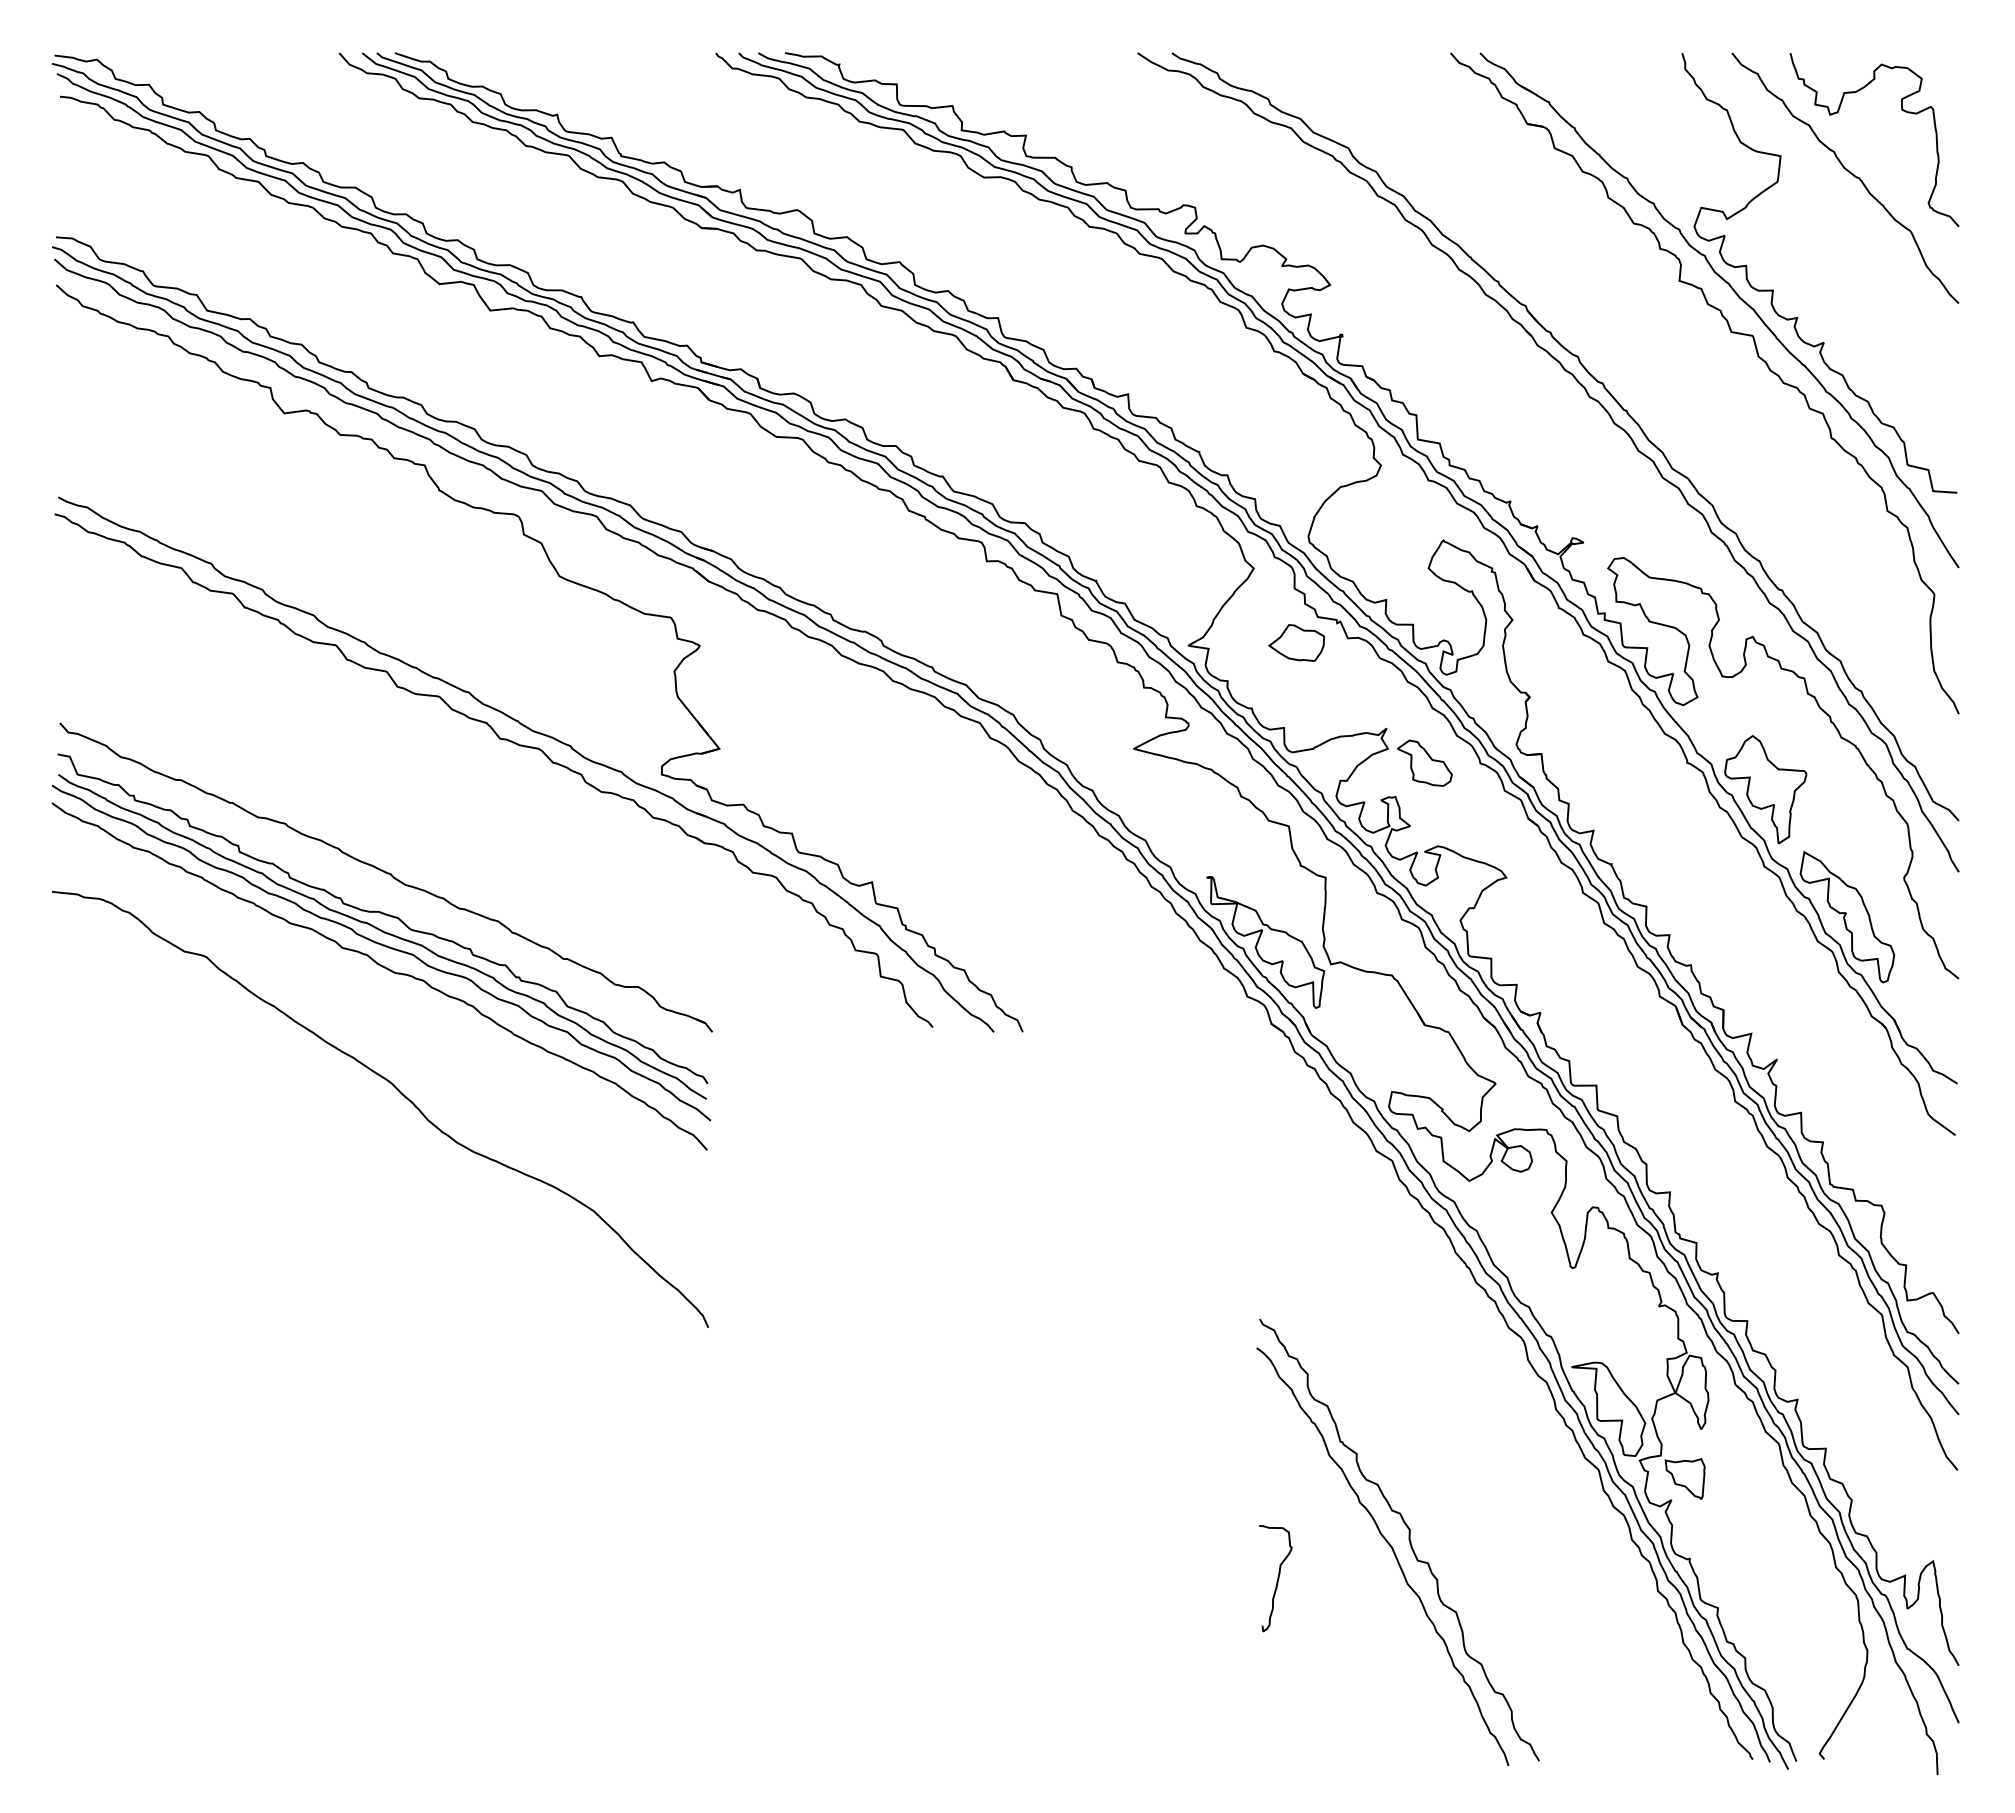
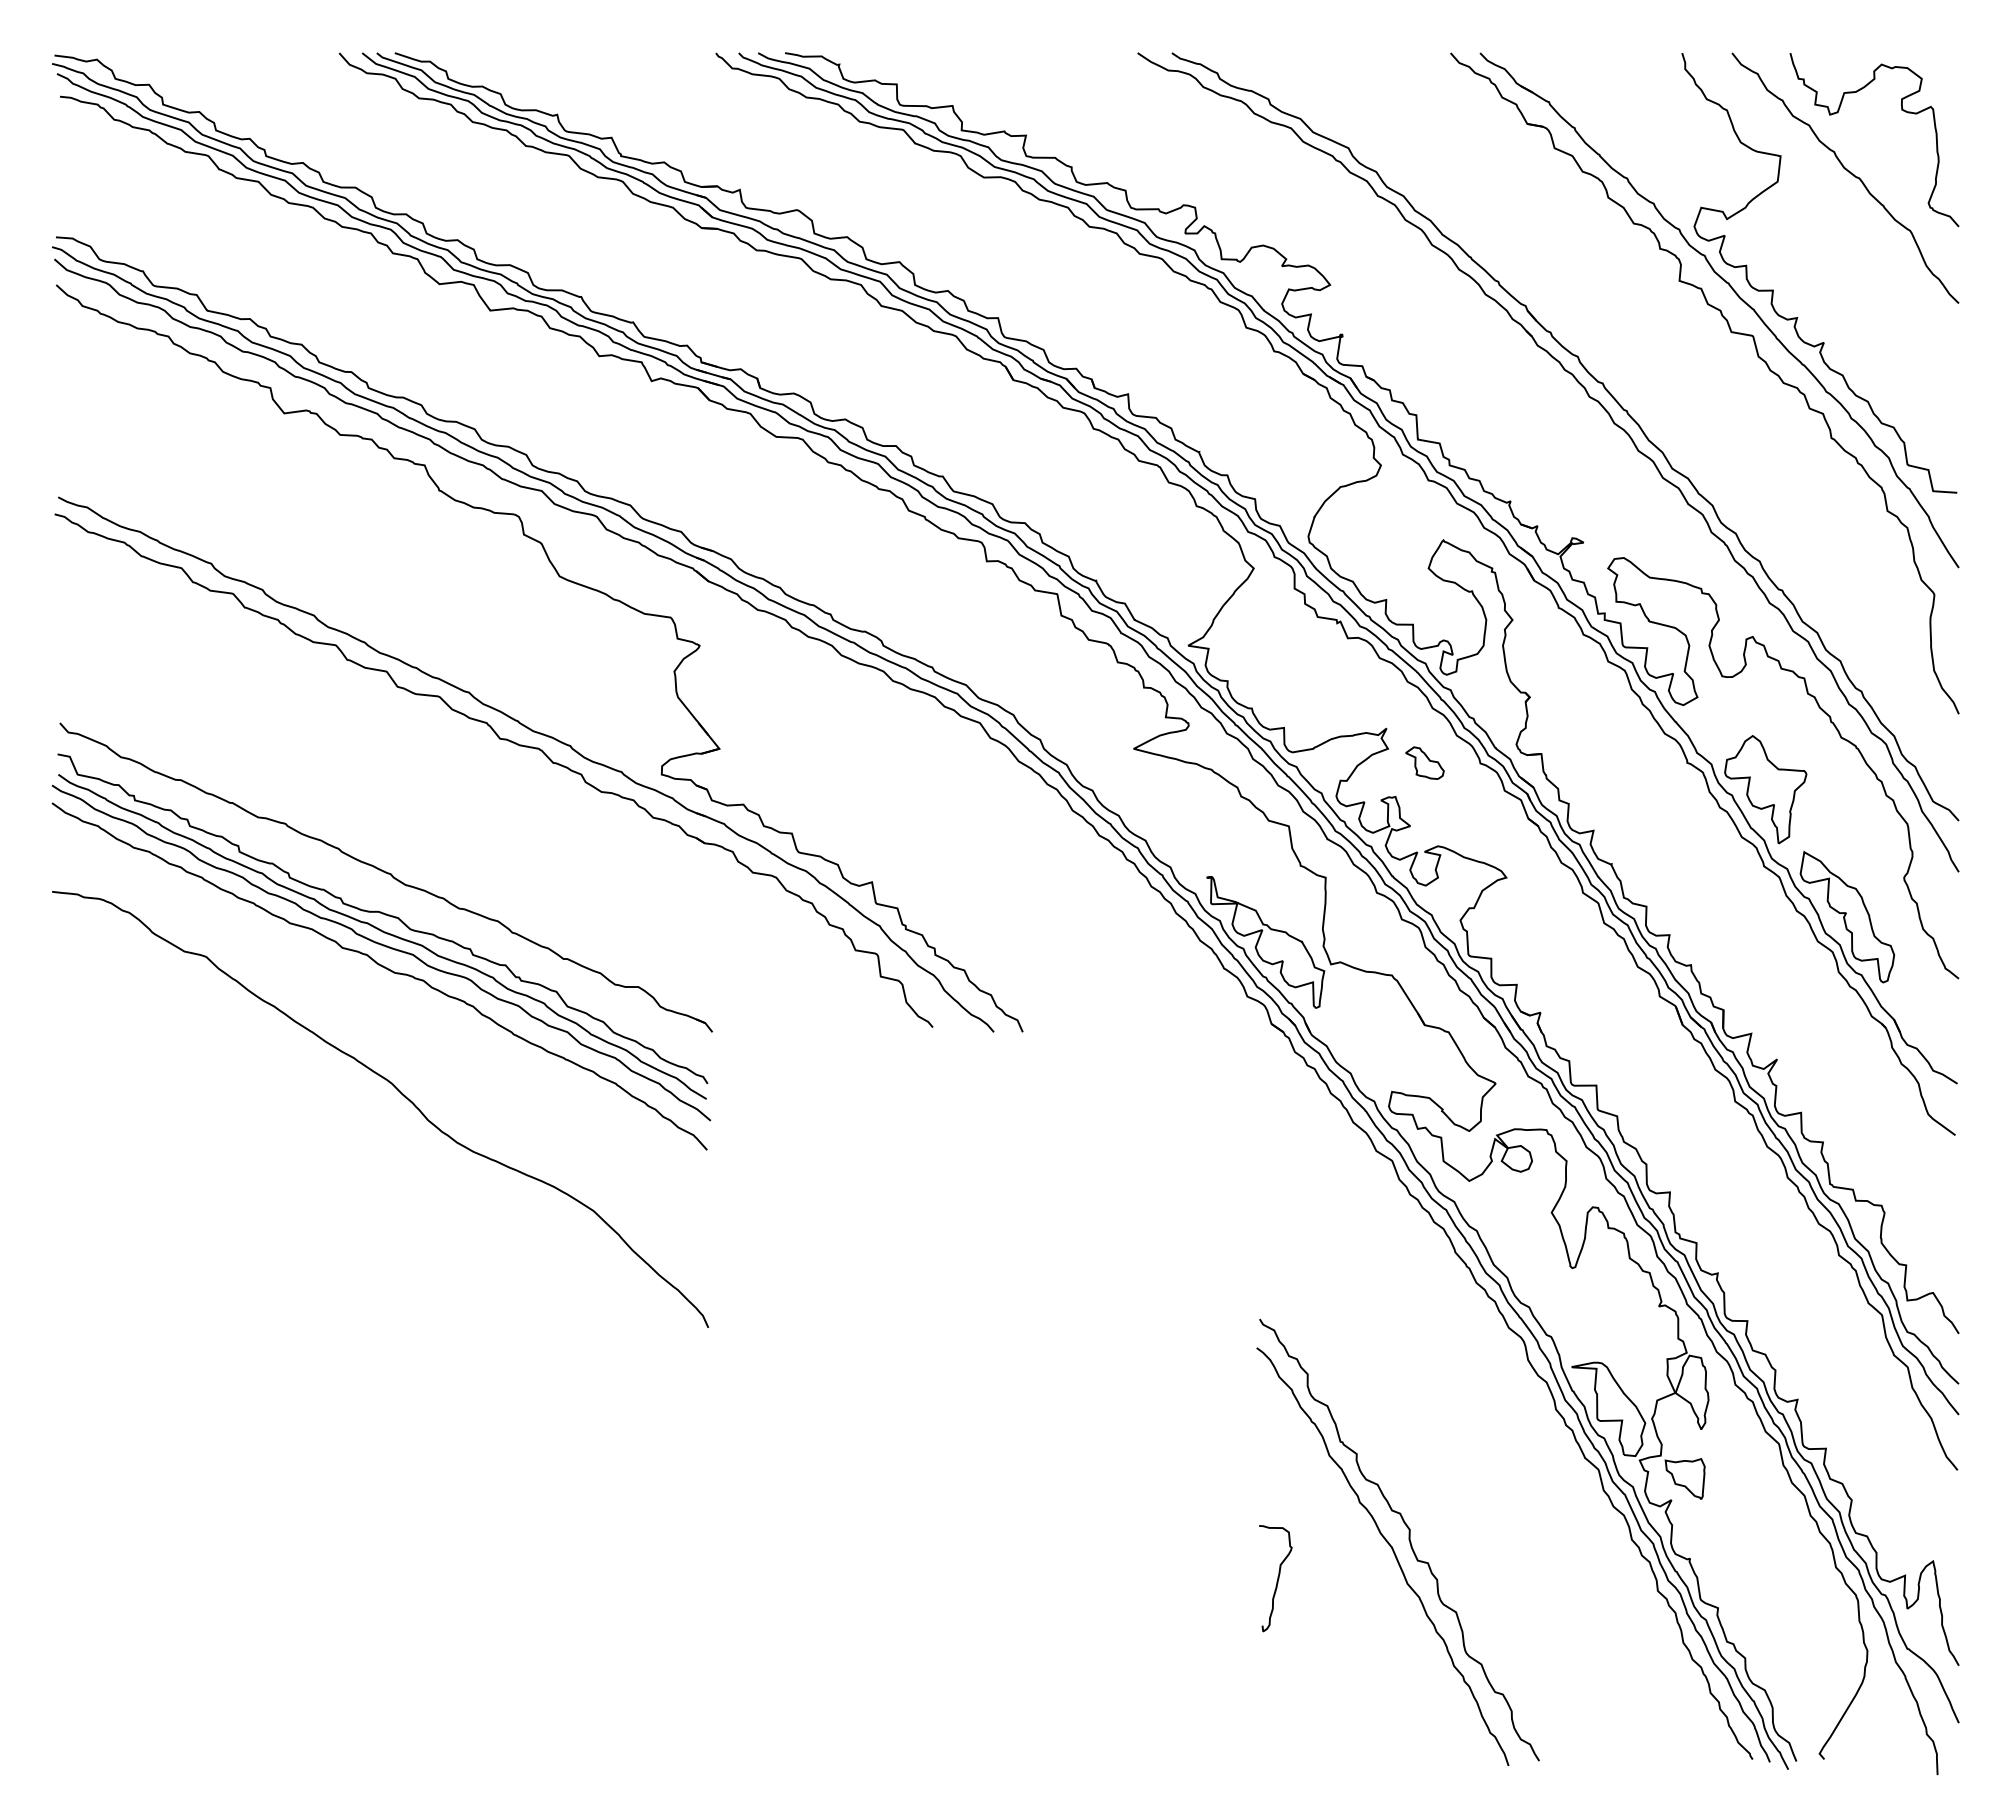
part at (1296, 642): present -> none
part at (1424, 762) size: 56x48 px -> 40x34 px
